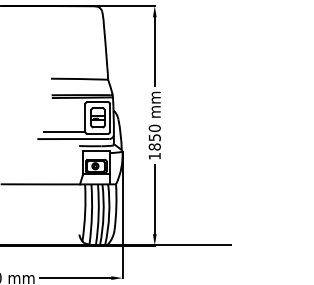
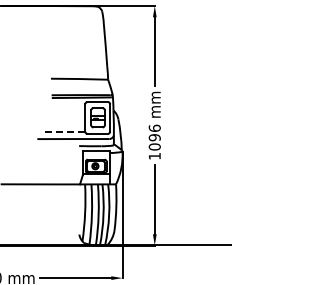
line at (64, 132): solid -> dashed
text at (154, 137): 1850 -> 1096
